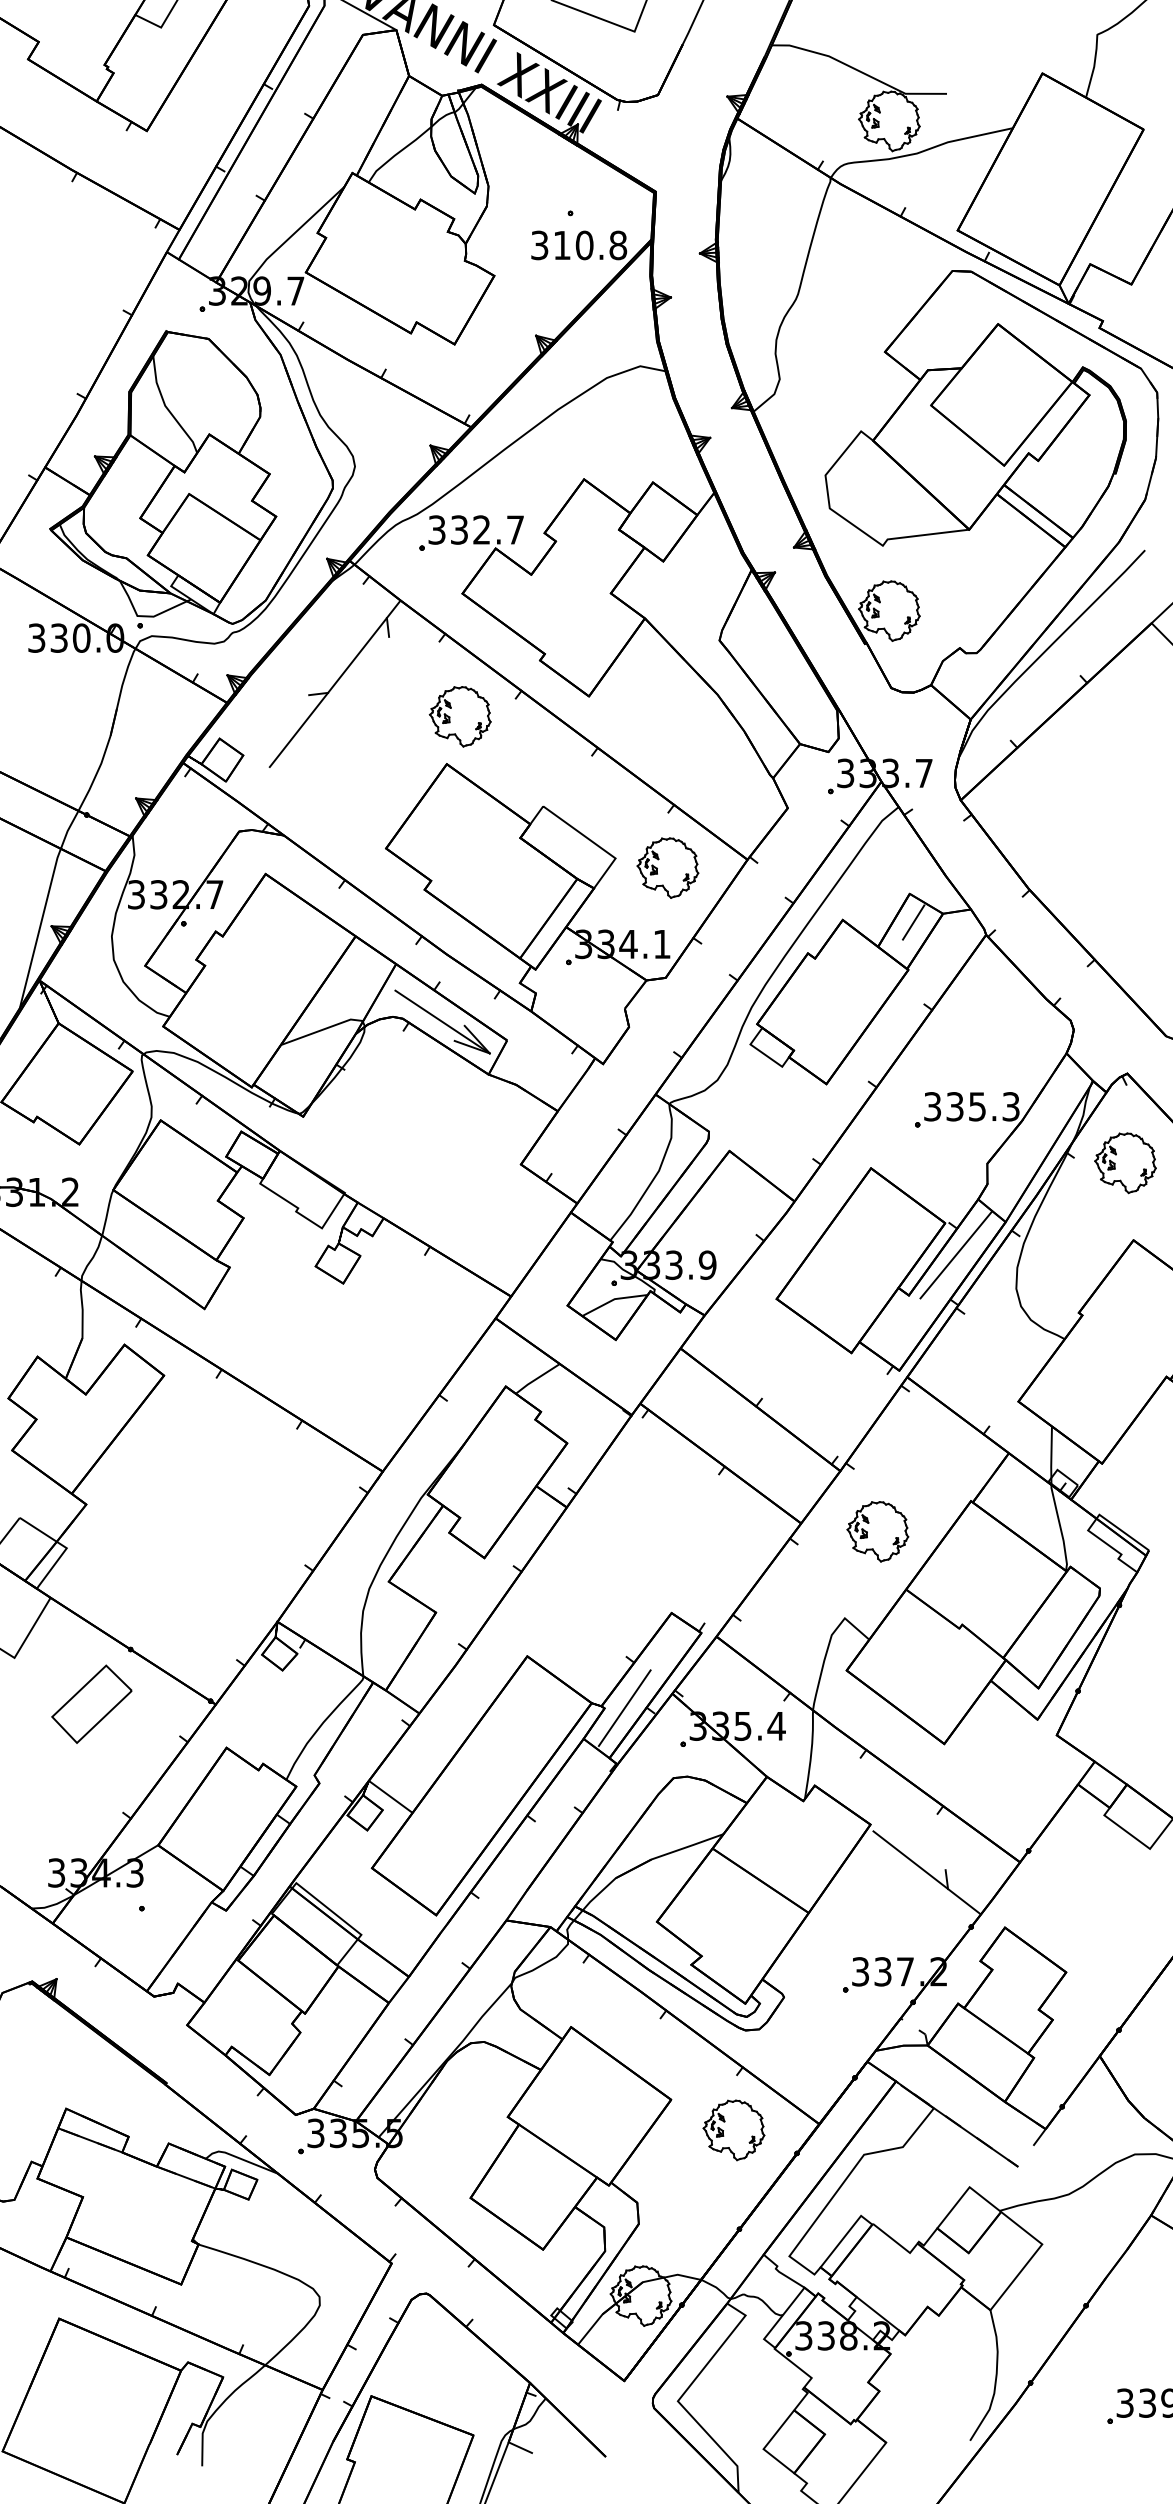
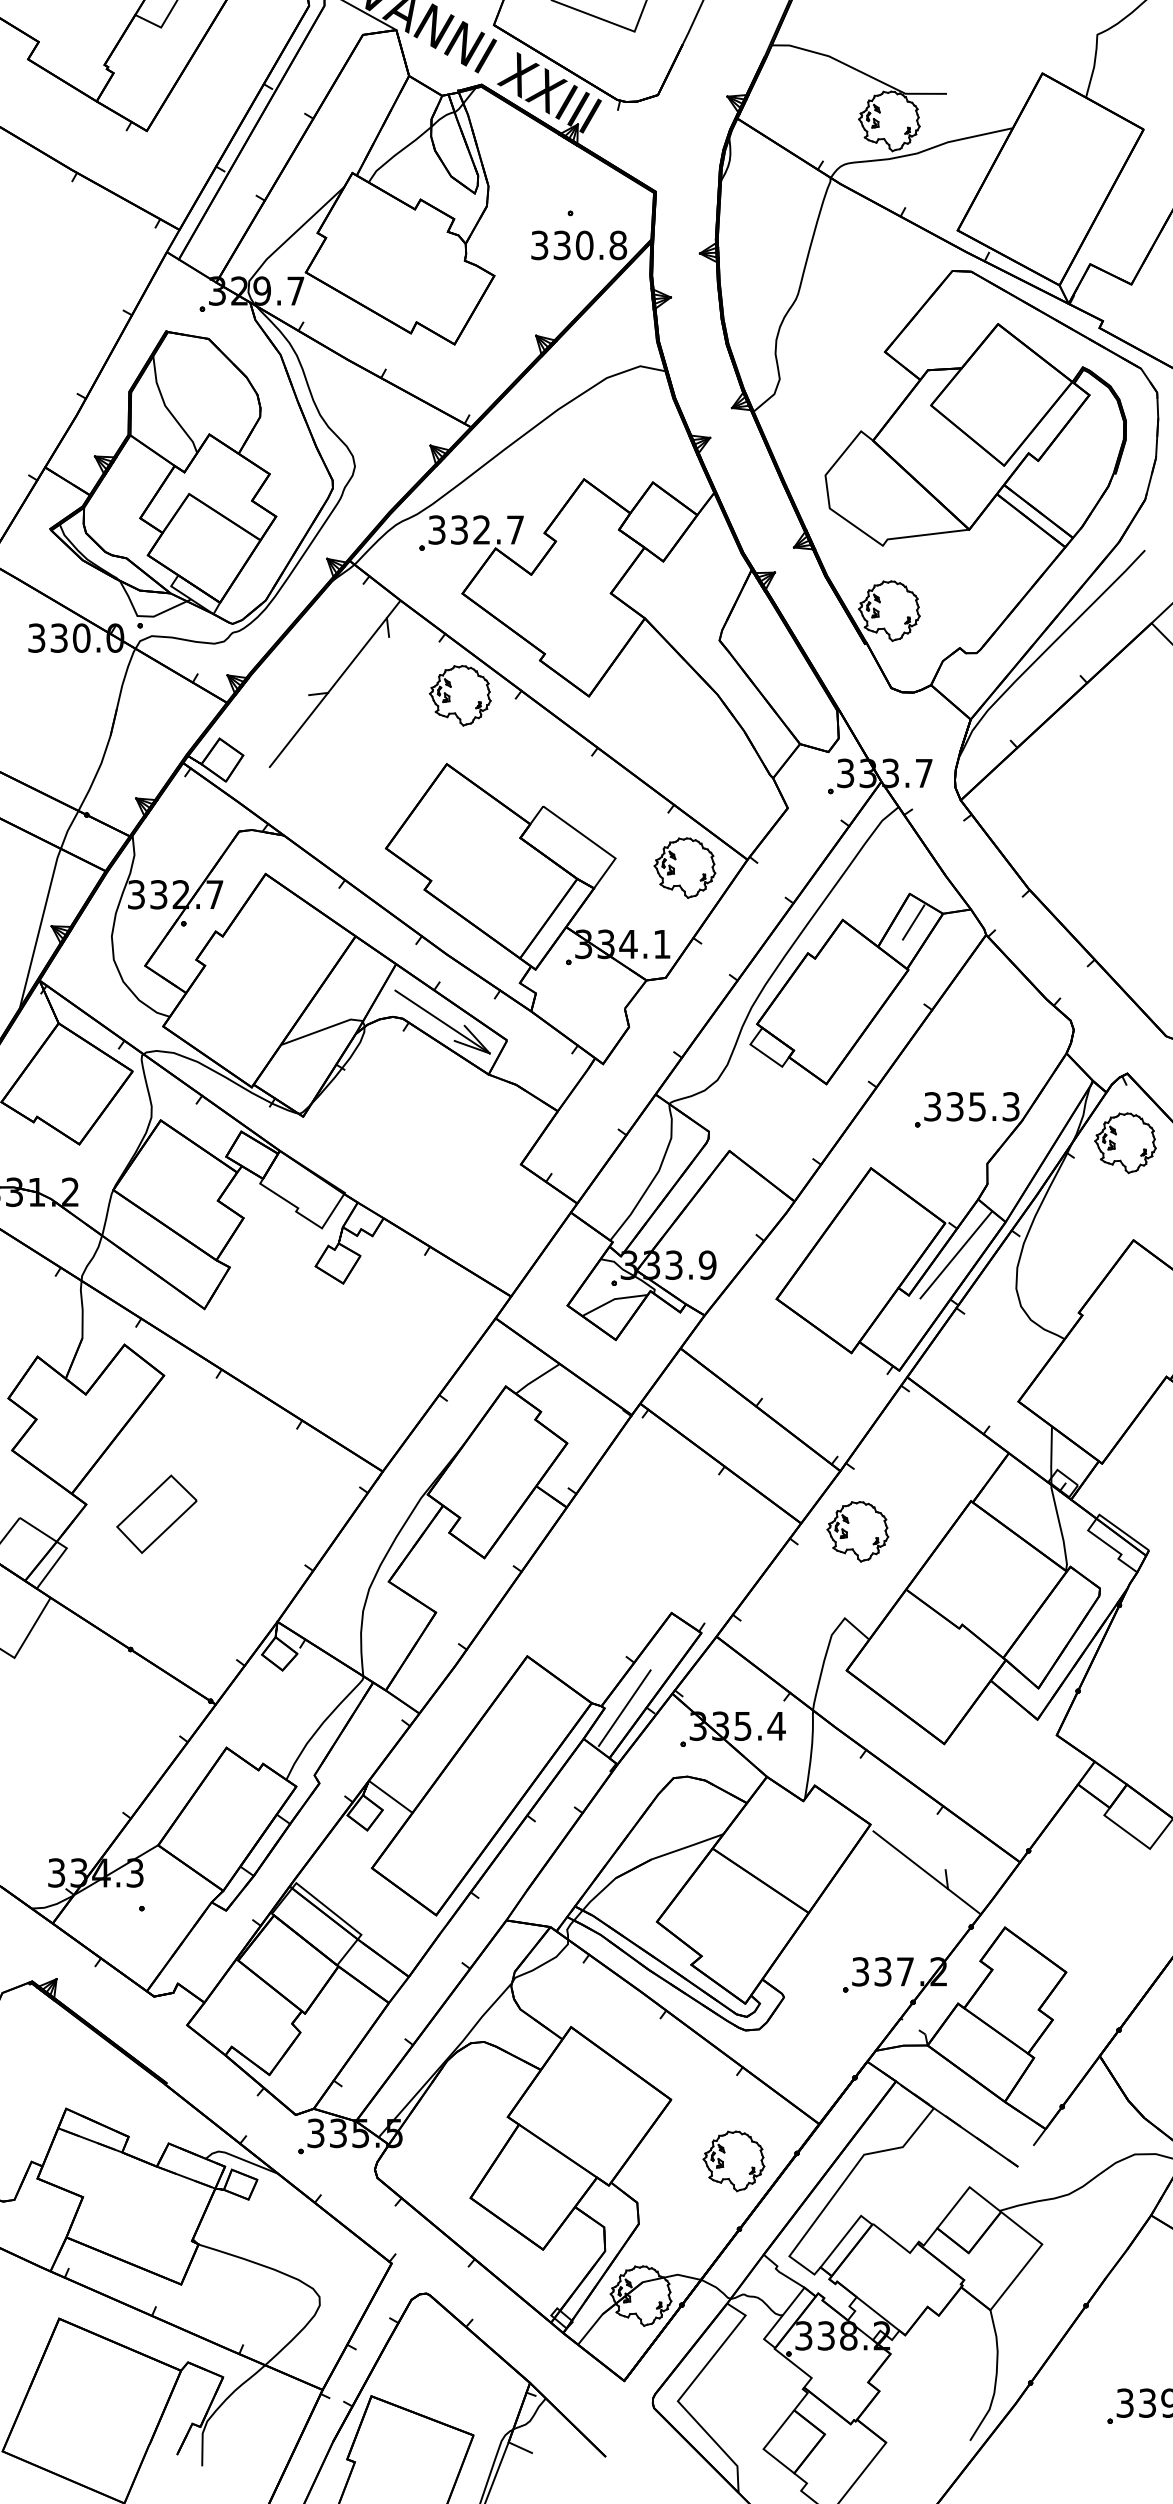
text at (561, 245): 310.8 -> 330.8
part at (459, 716) position: (459, 716) -> (459, 695)
part at (667, 867) position: (667, 867) -> (684, 867)
part at (1125, 1163) position: (1125, 1163) -> (1125, 1143)
part at (877, 1531) position: (877, 1531) -> (857, 1531)
part at (91, 1703) position: (91, 1703) -> (156, 1513)
part at (733, 2130) position: (733, 2130) -> (733, 2161)
